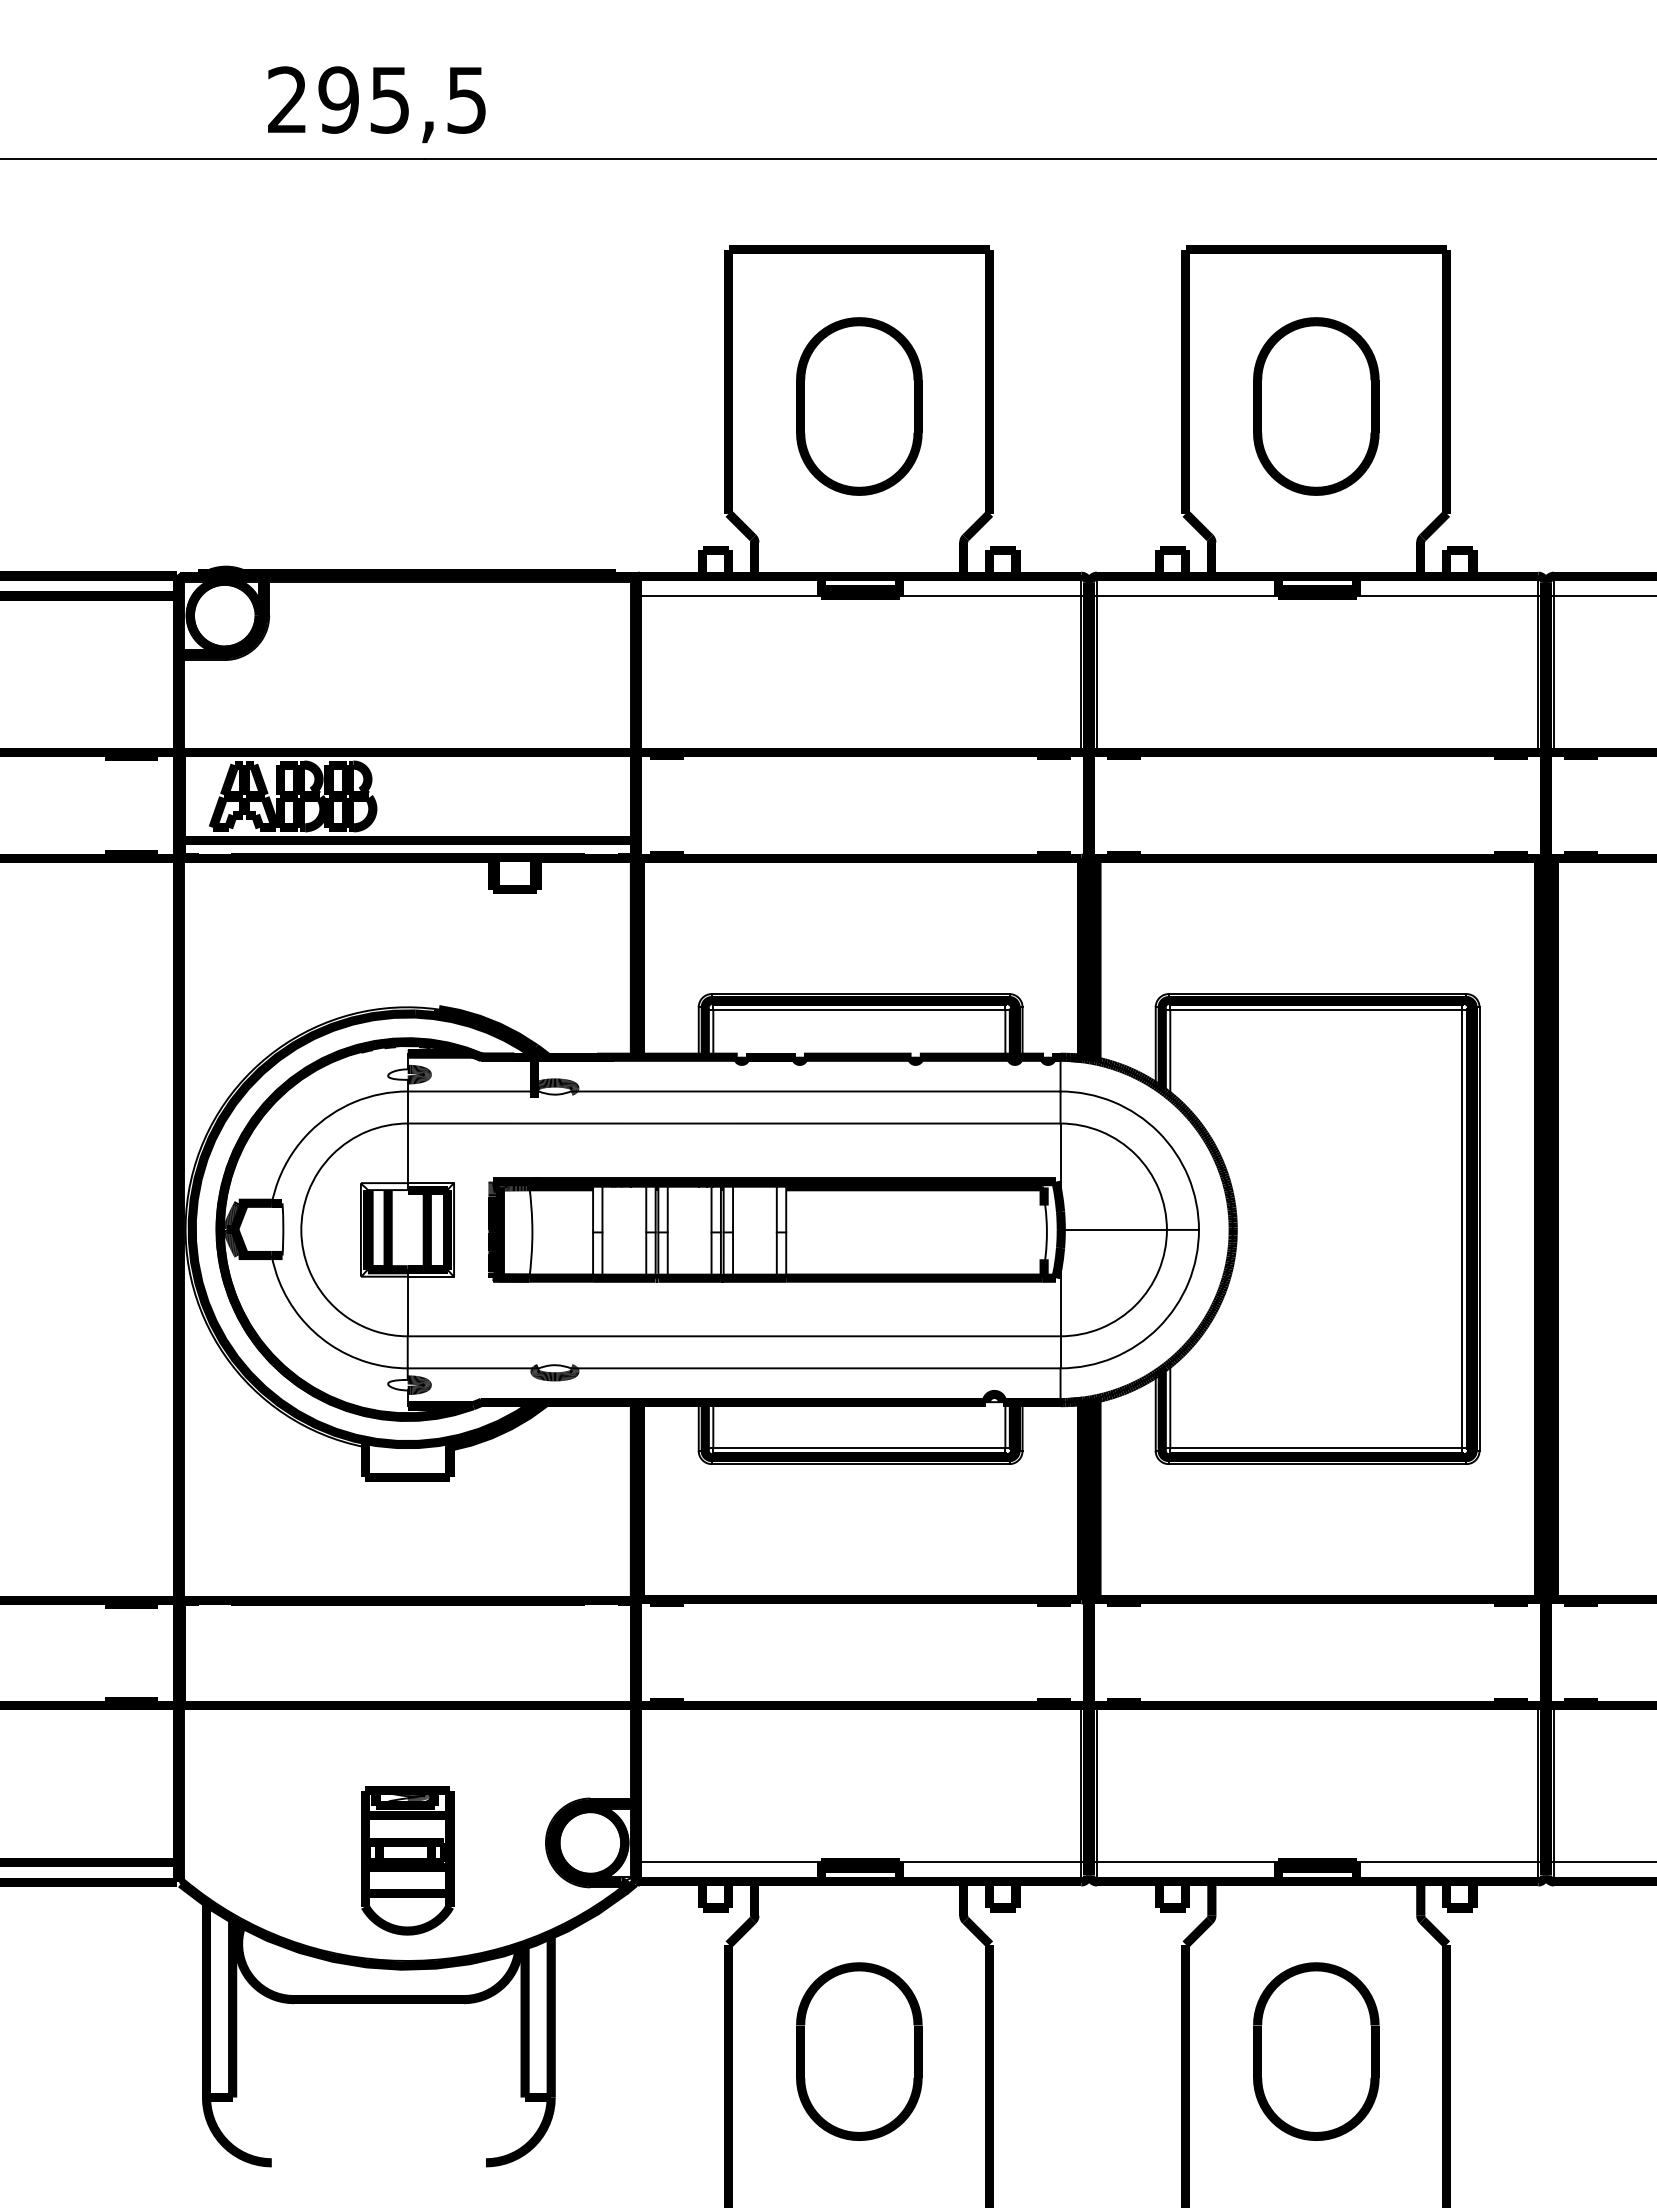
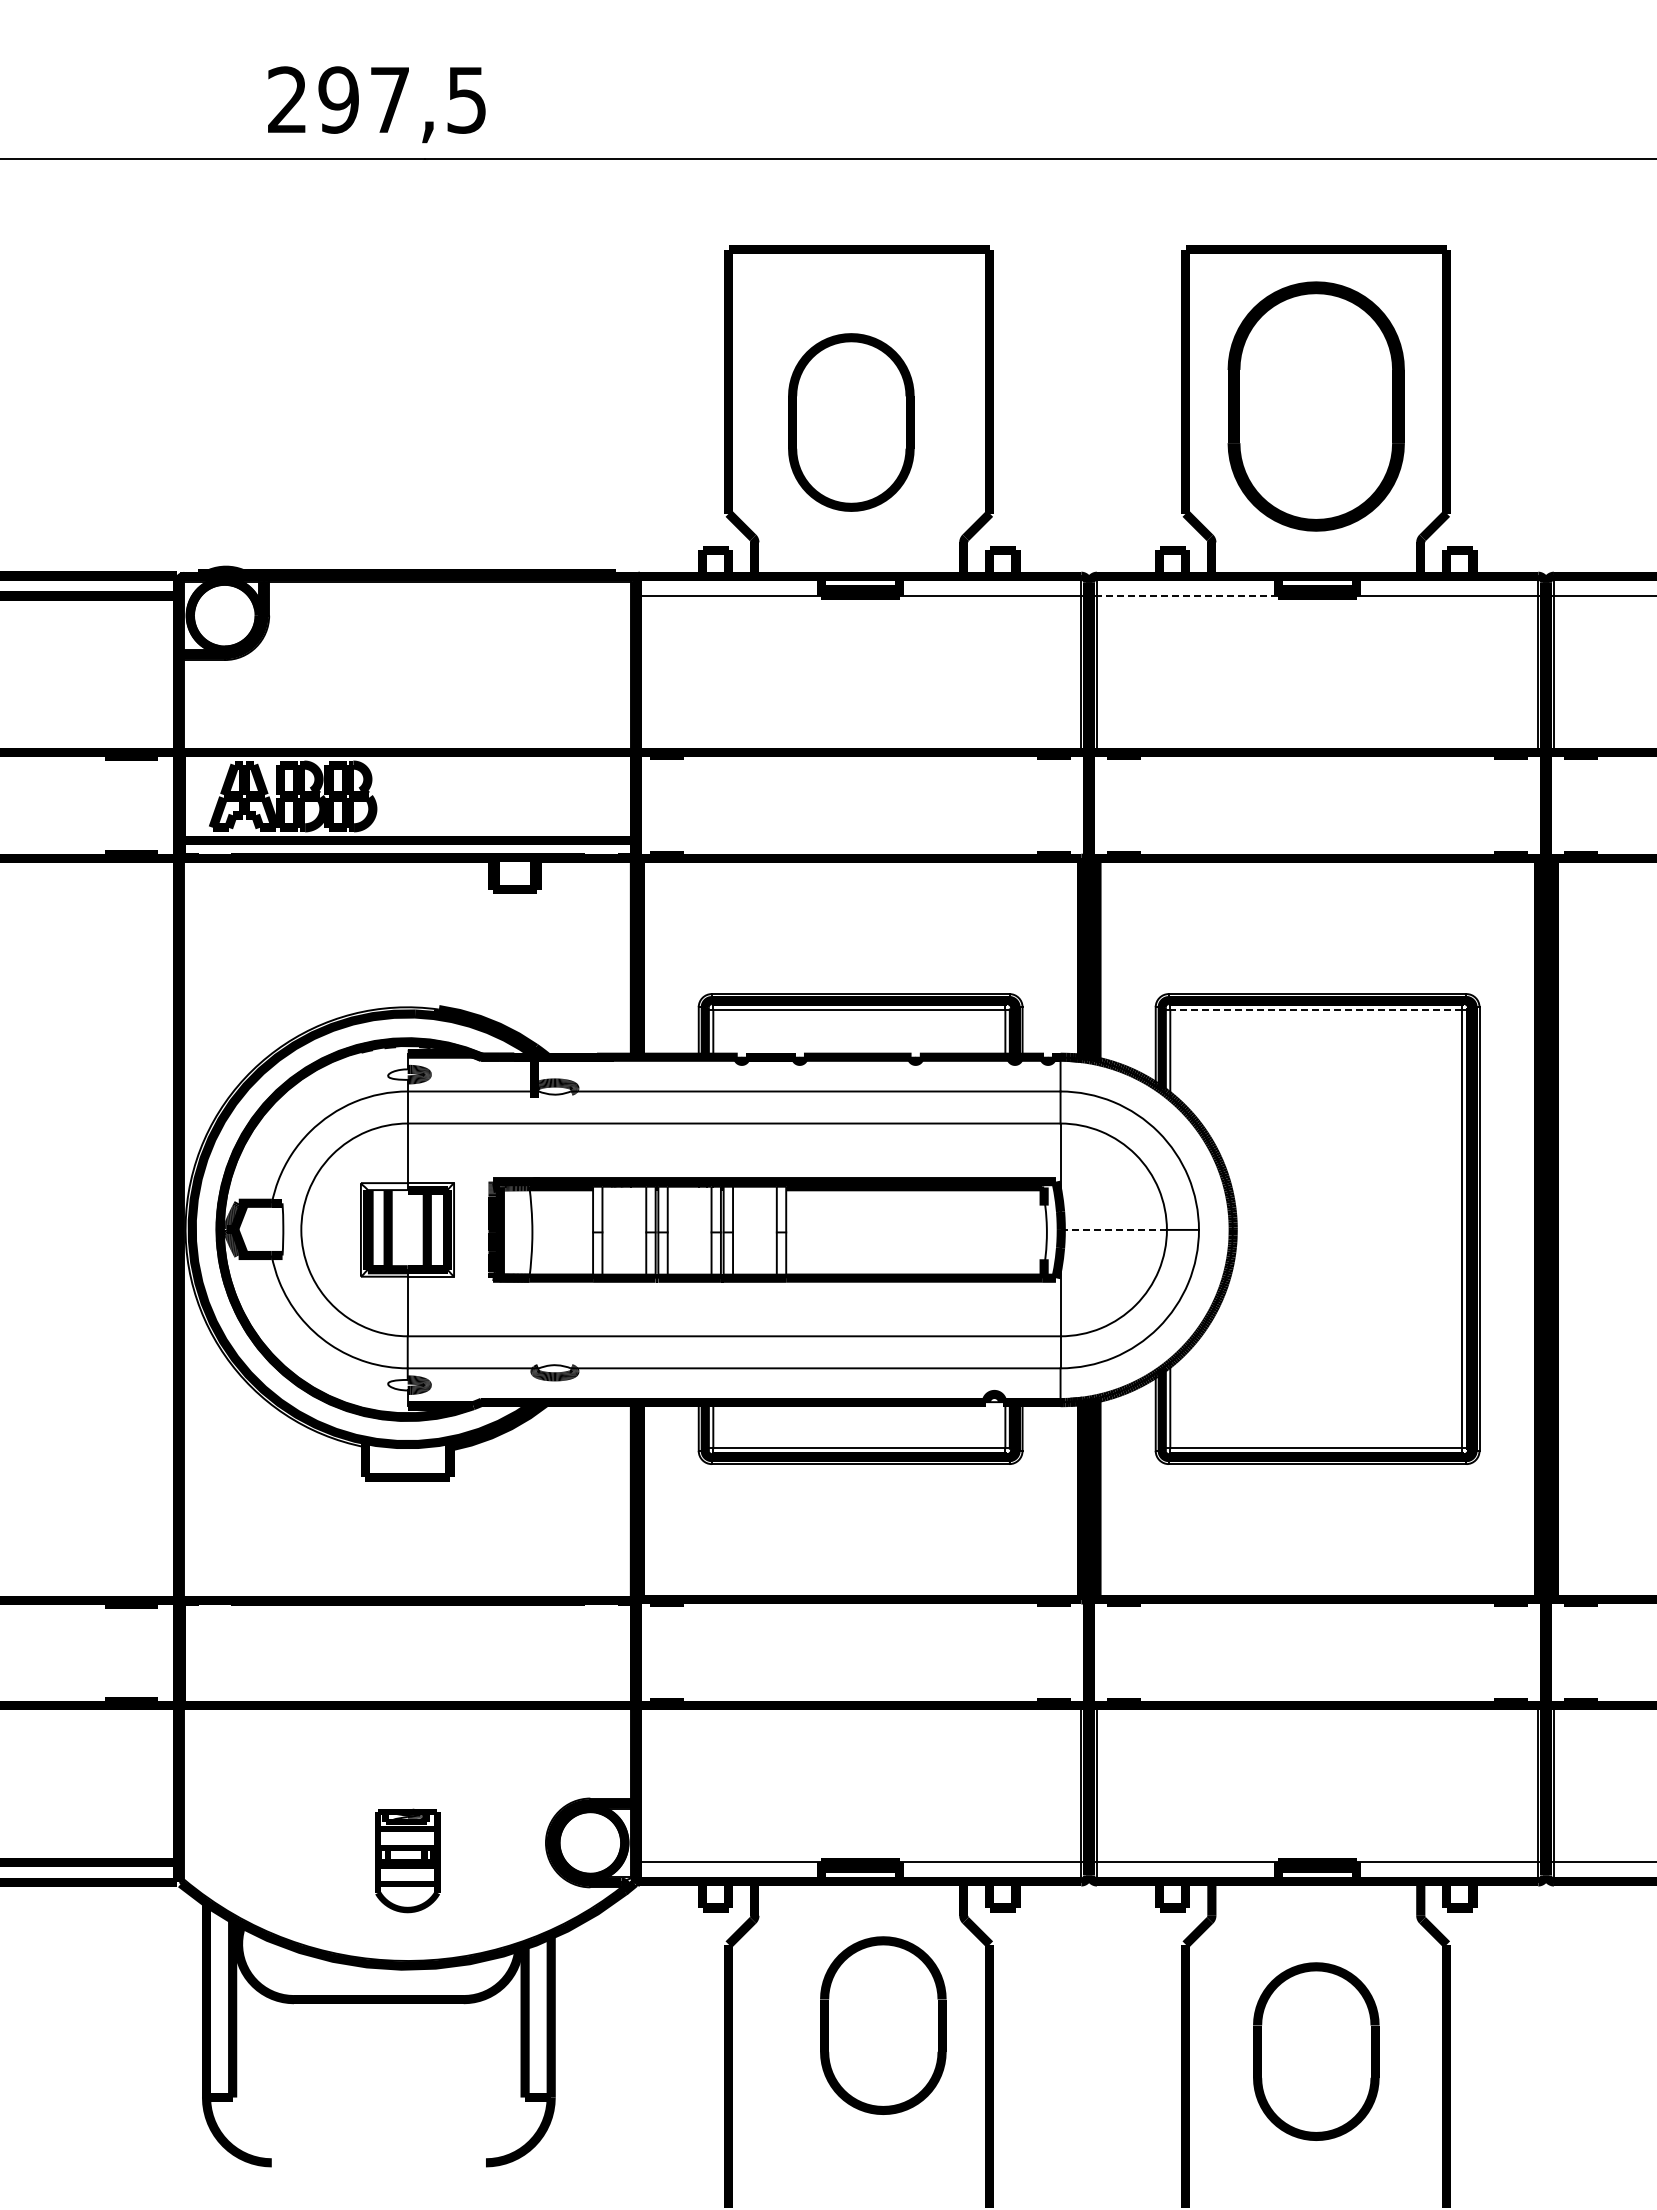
text at (389, 100): 295,5 -> 297,5
part at (859, 406) position: (859, 406) -> (851, 422)
part at (1316, 406) size: 127x179 px -> 178x251 px
line at (1187, 595): solid -> dashed
line at (1315, 1009): solid -> dashed
line at (1114, 1229): solid -> dashed
part at (407, 1860) size: 94x150 px -> 66x106 px
part at (859, 2051) position: (859, 2051) -> (883, 2025)
